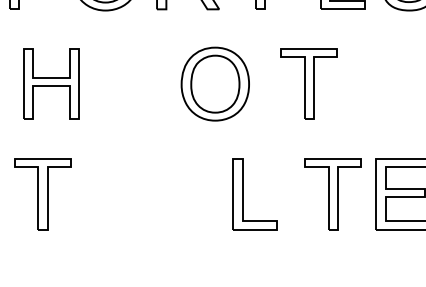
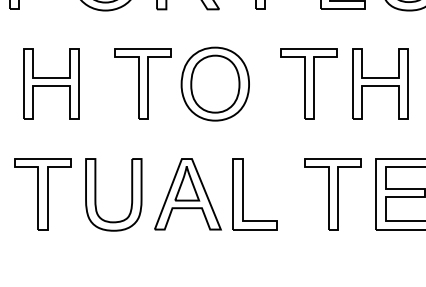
part at (142, 83): none -> present
part at (380, 83): none -> present
part at (96, 194): none -> present
part at (187, 194): none -> present
